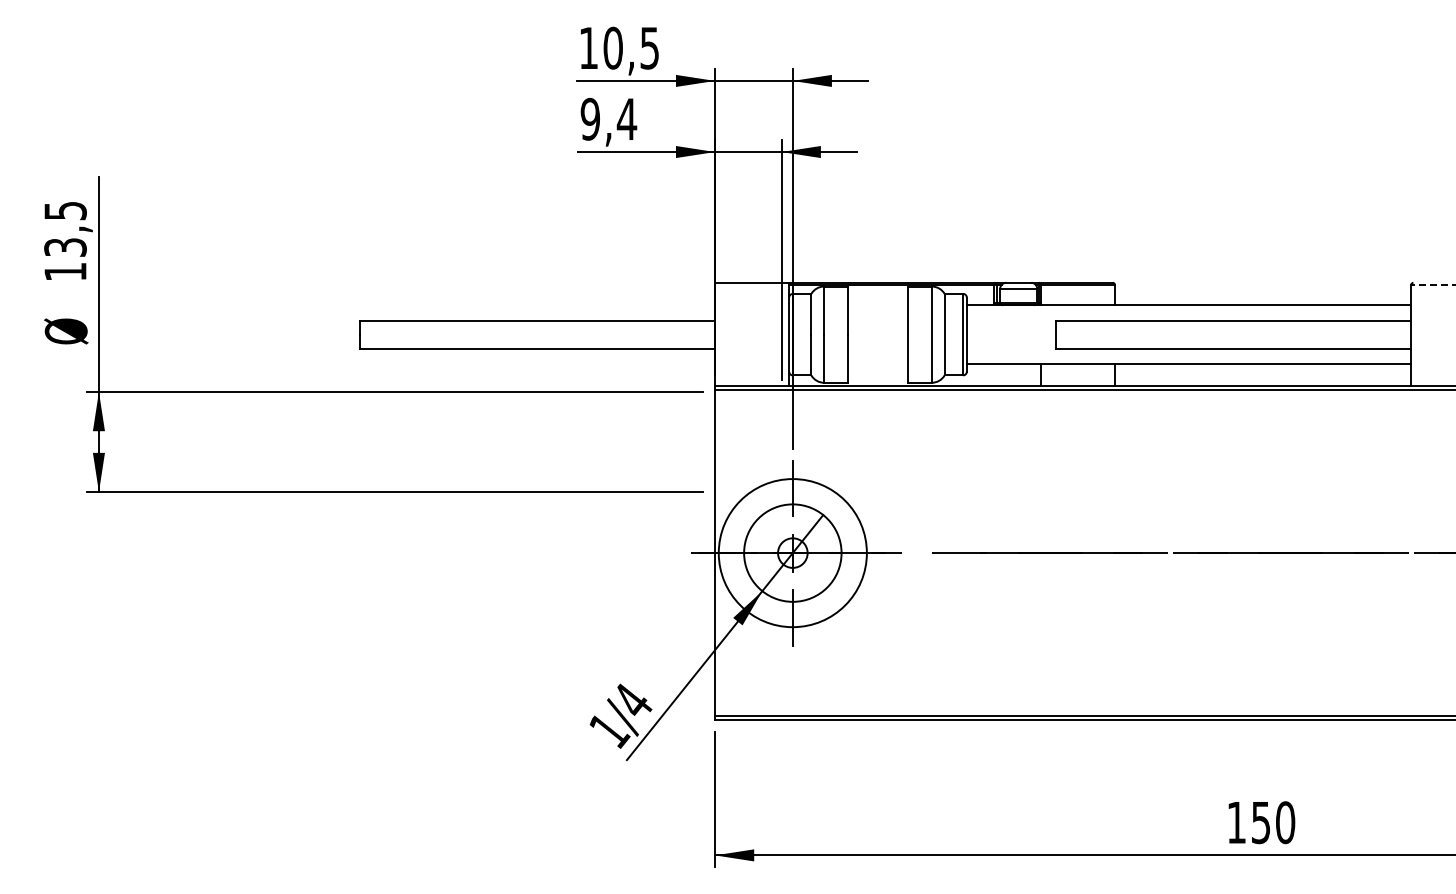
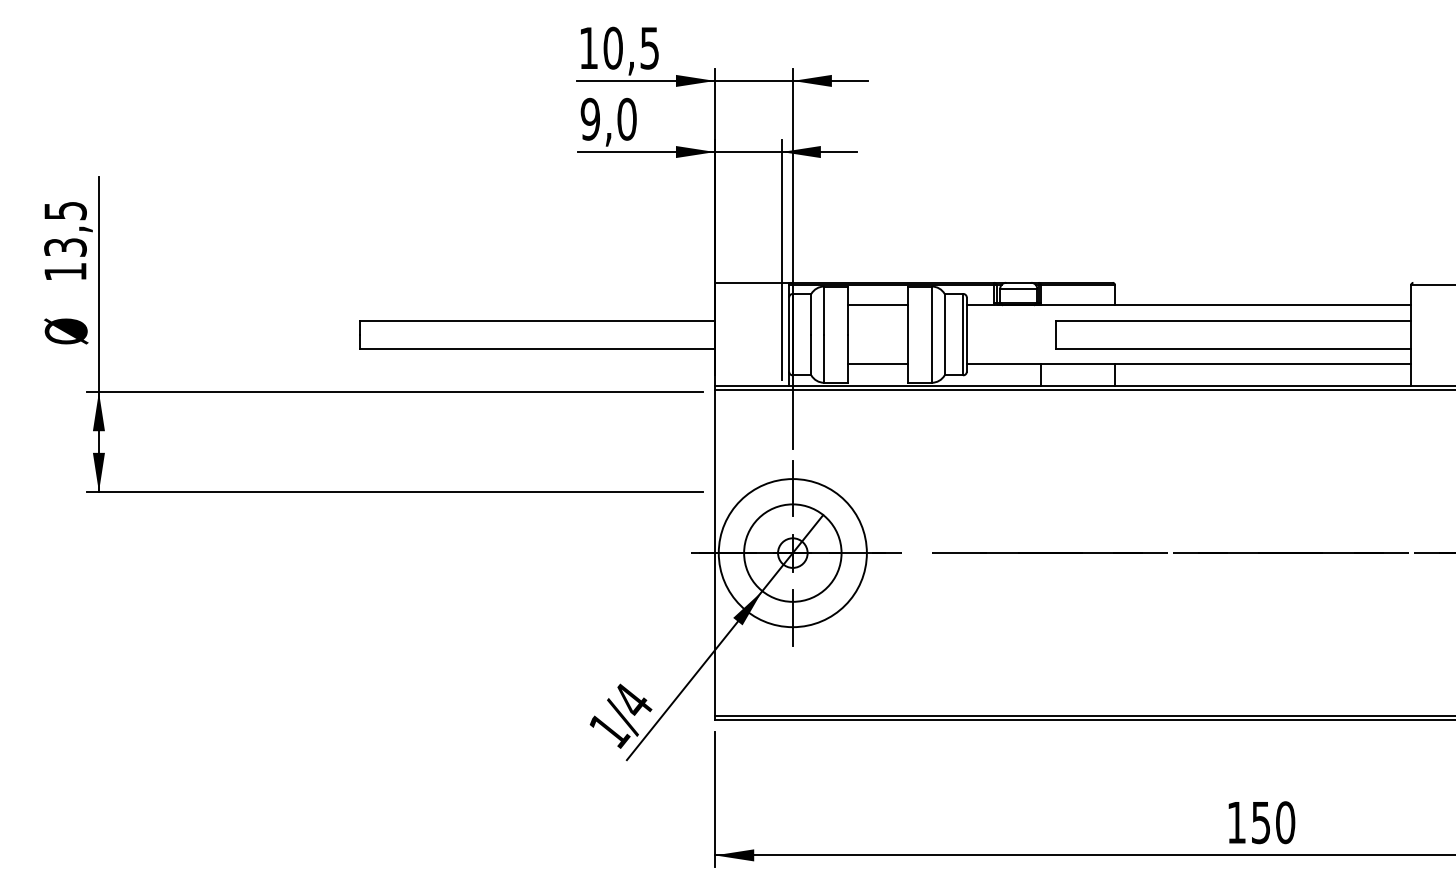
text at (626, 118): 9,4 -> 9,0
line at (1433, 285): dashed -> solid
line at (877, 305): none -> present
line at (877, 364): none -> present
